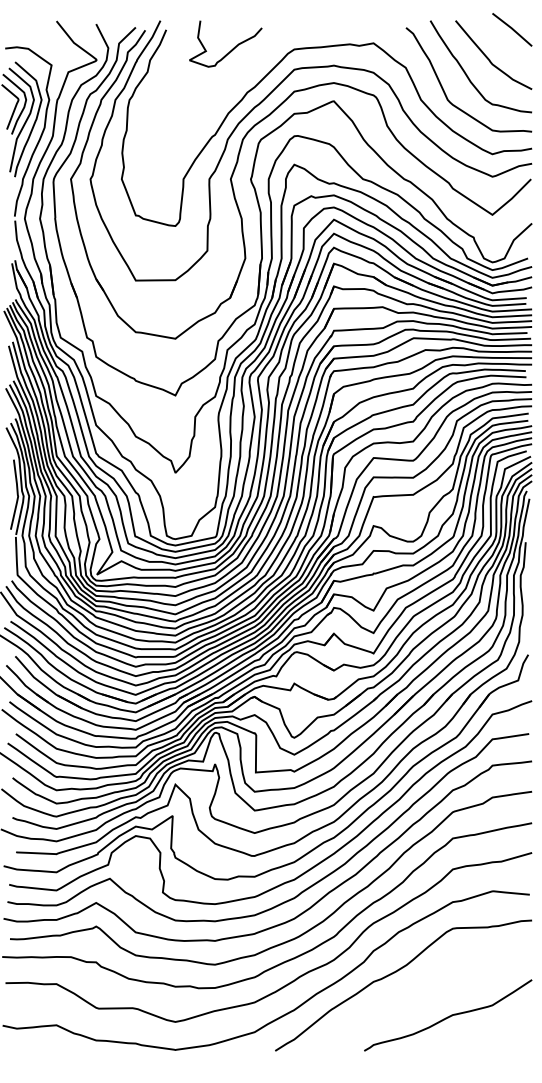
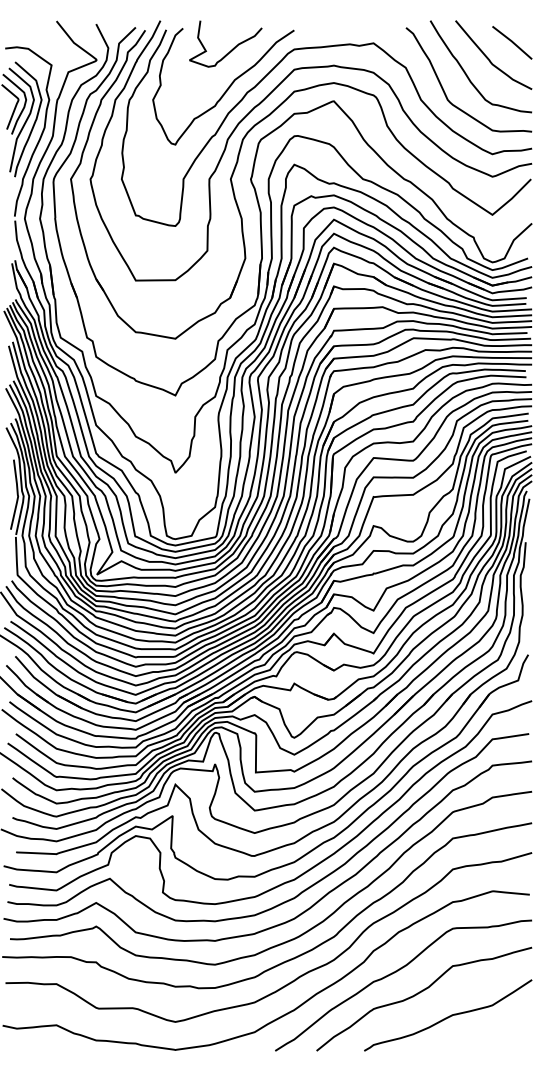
line at (512, 29) position: (512, 29) -> (512, 42)
curve at (226, 89): none -> present
curve at (420, 993): none -> present
